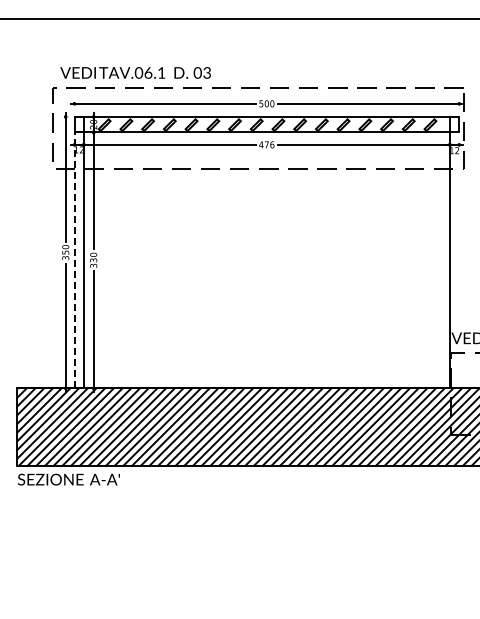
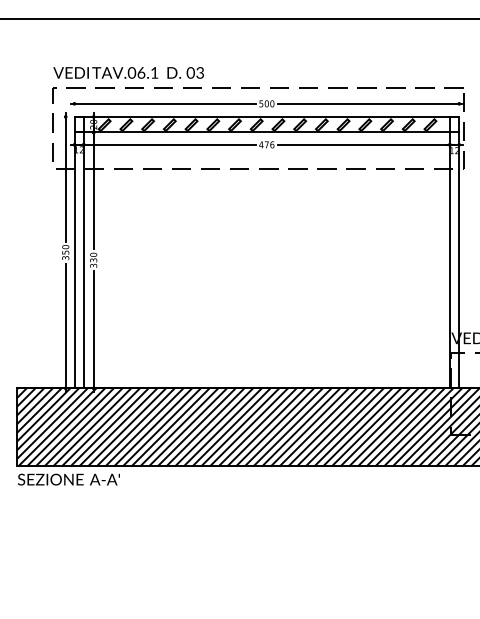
text at (135, 72) position: (135, 72) -> (128, 72)
line at (74, 260): dashed -> solid
line at (459, 260): none -> present
